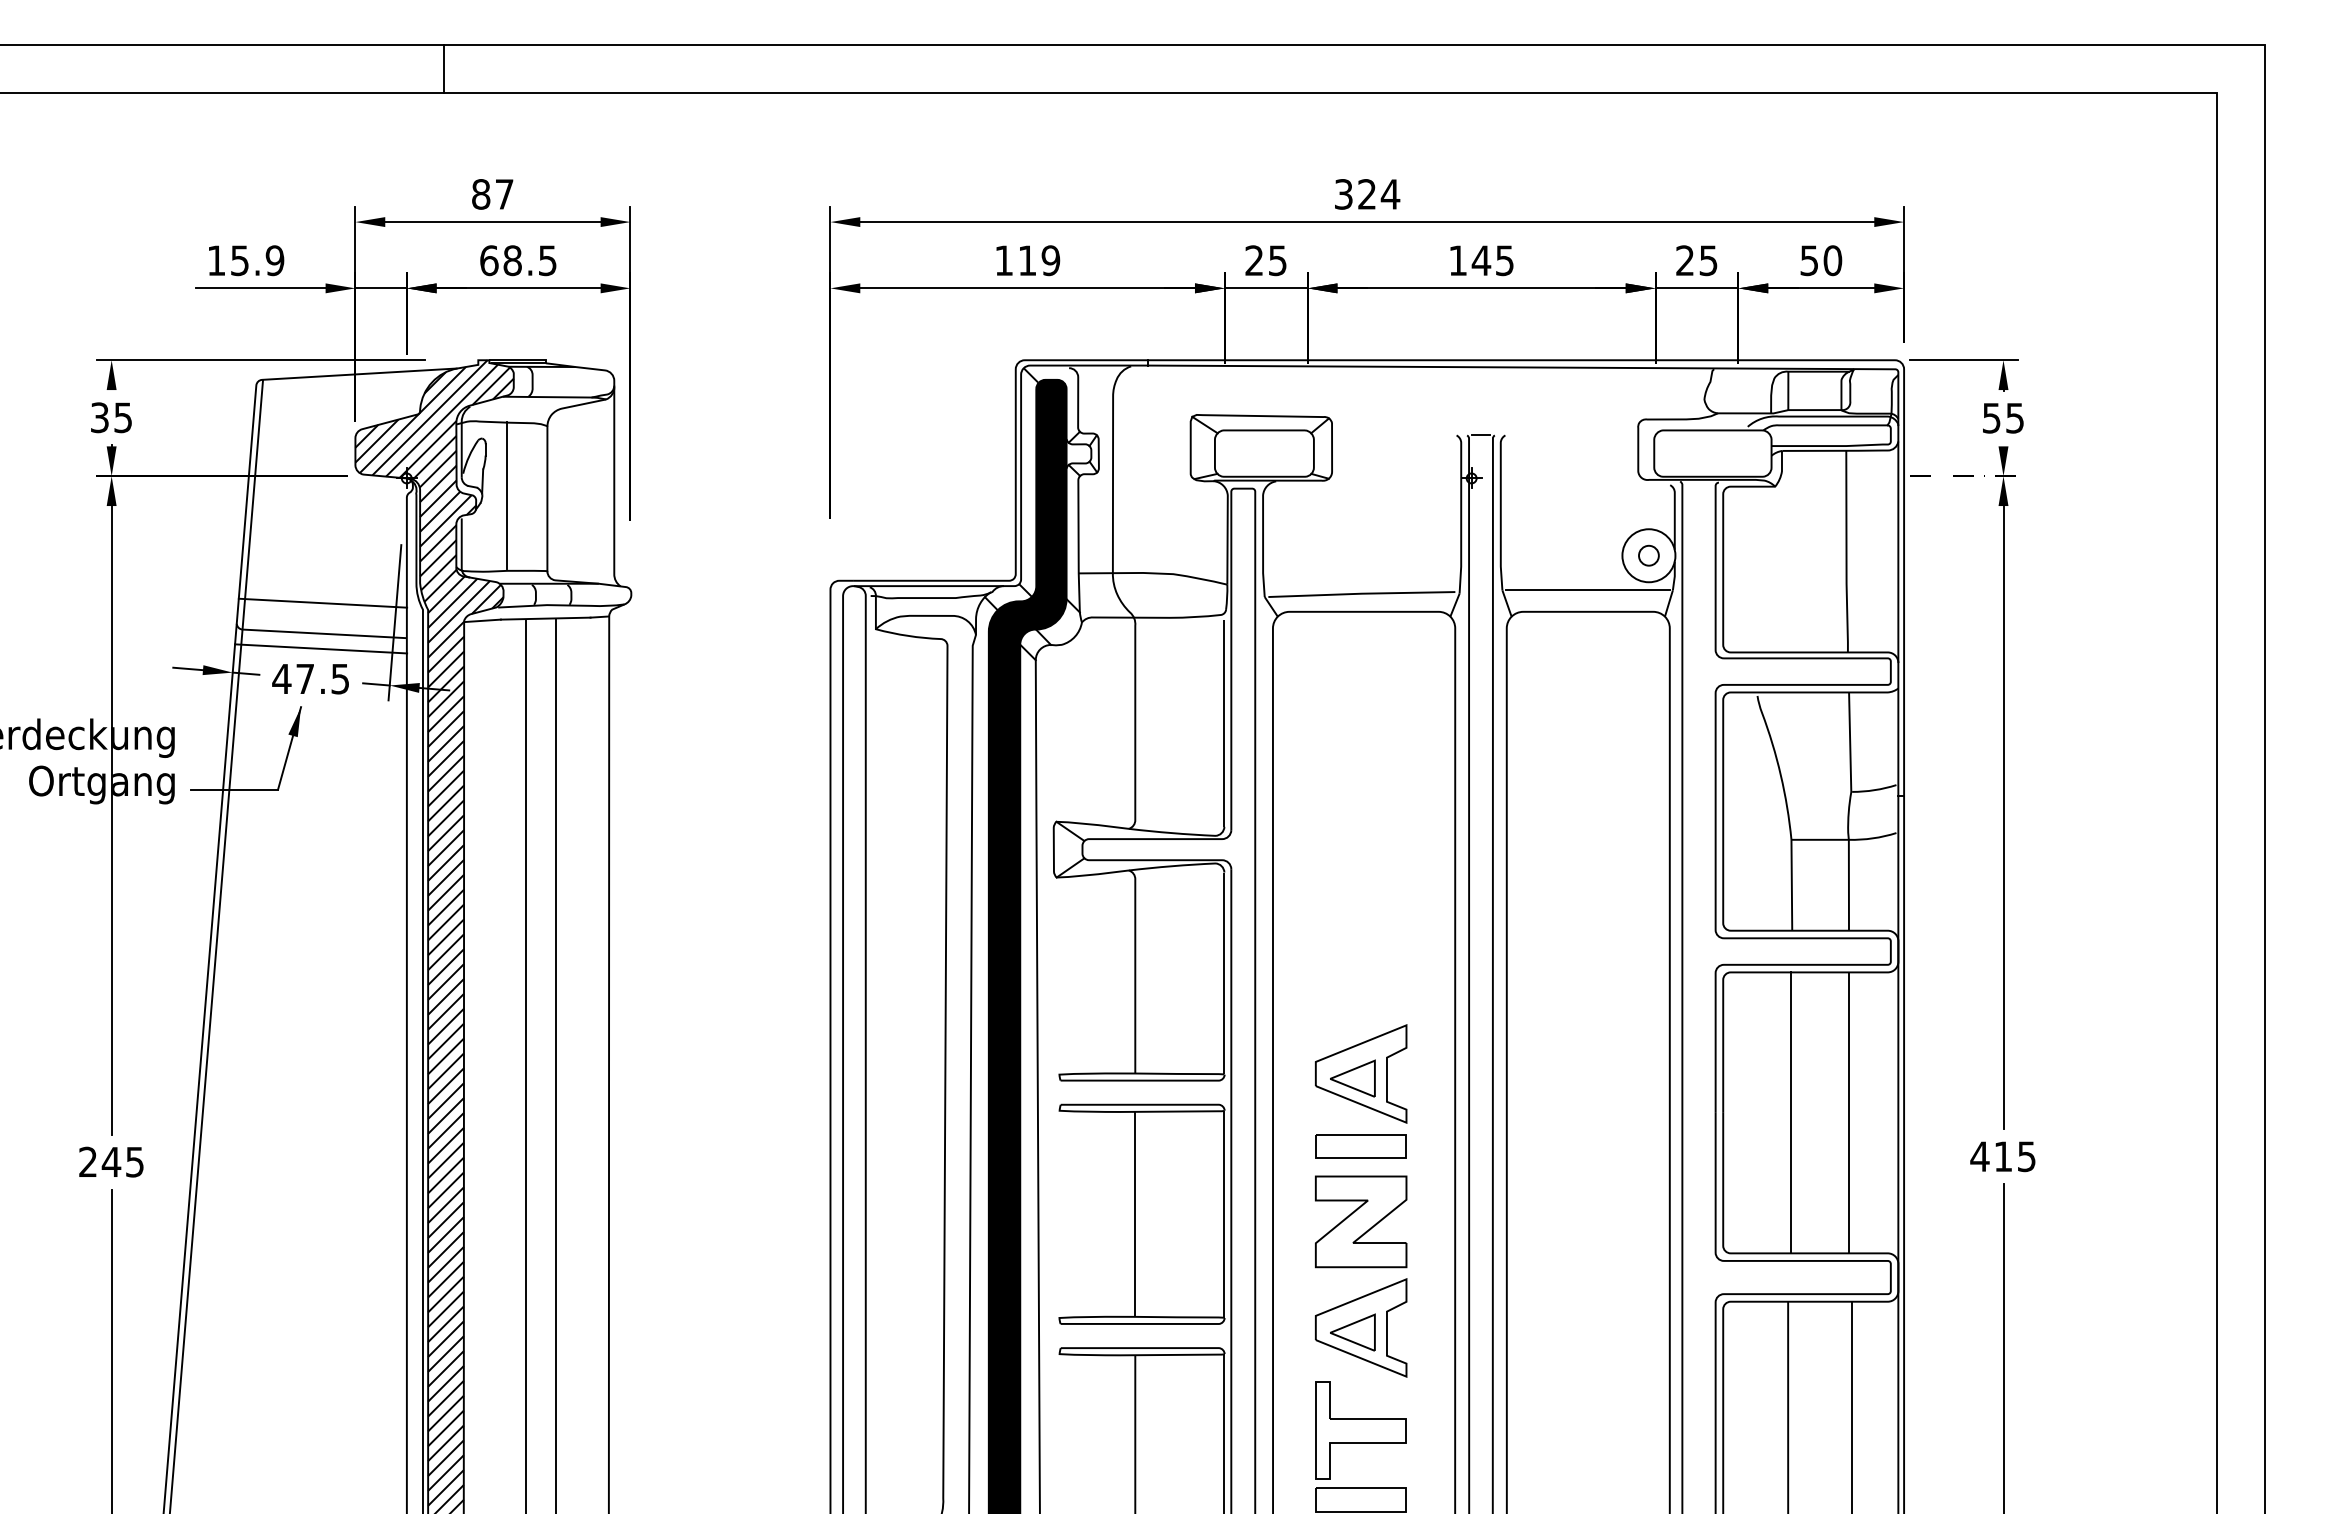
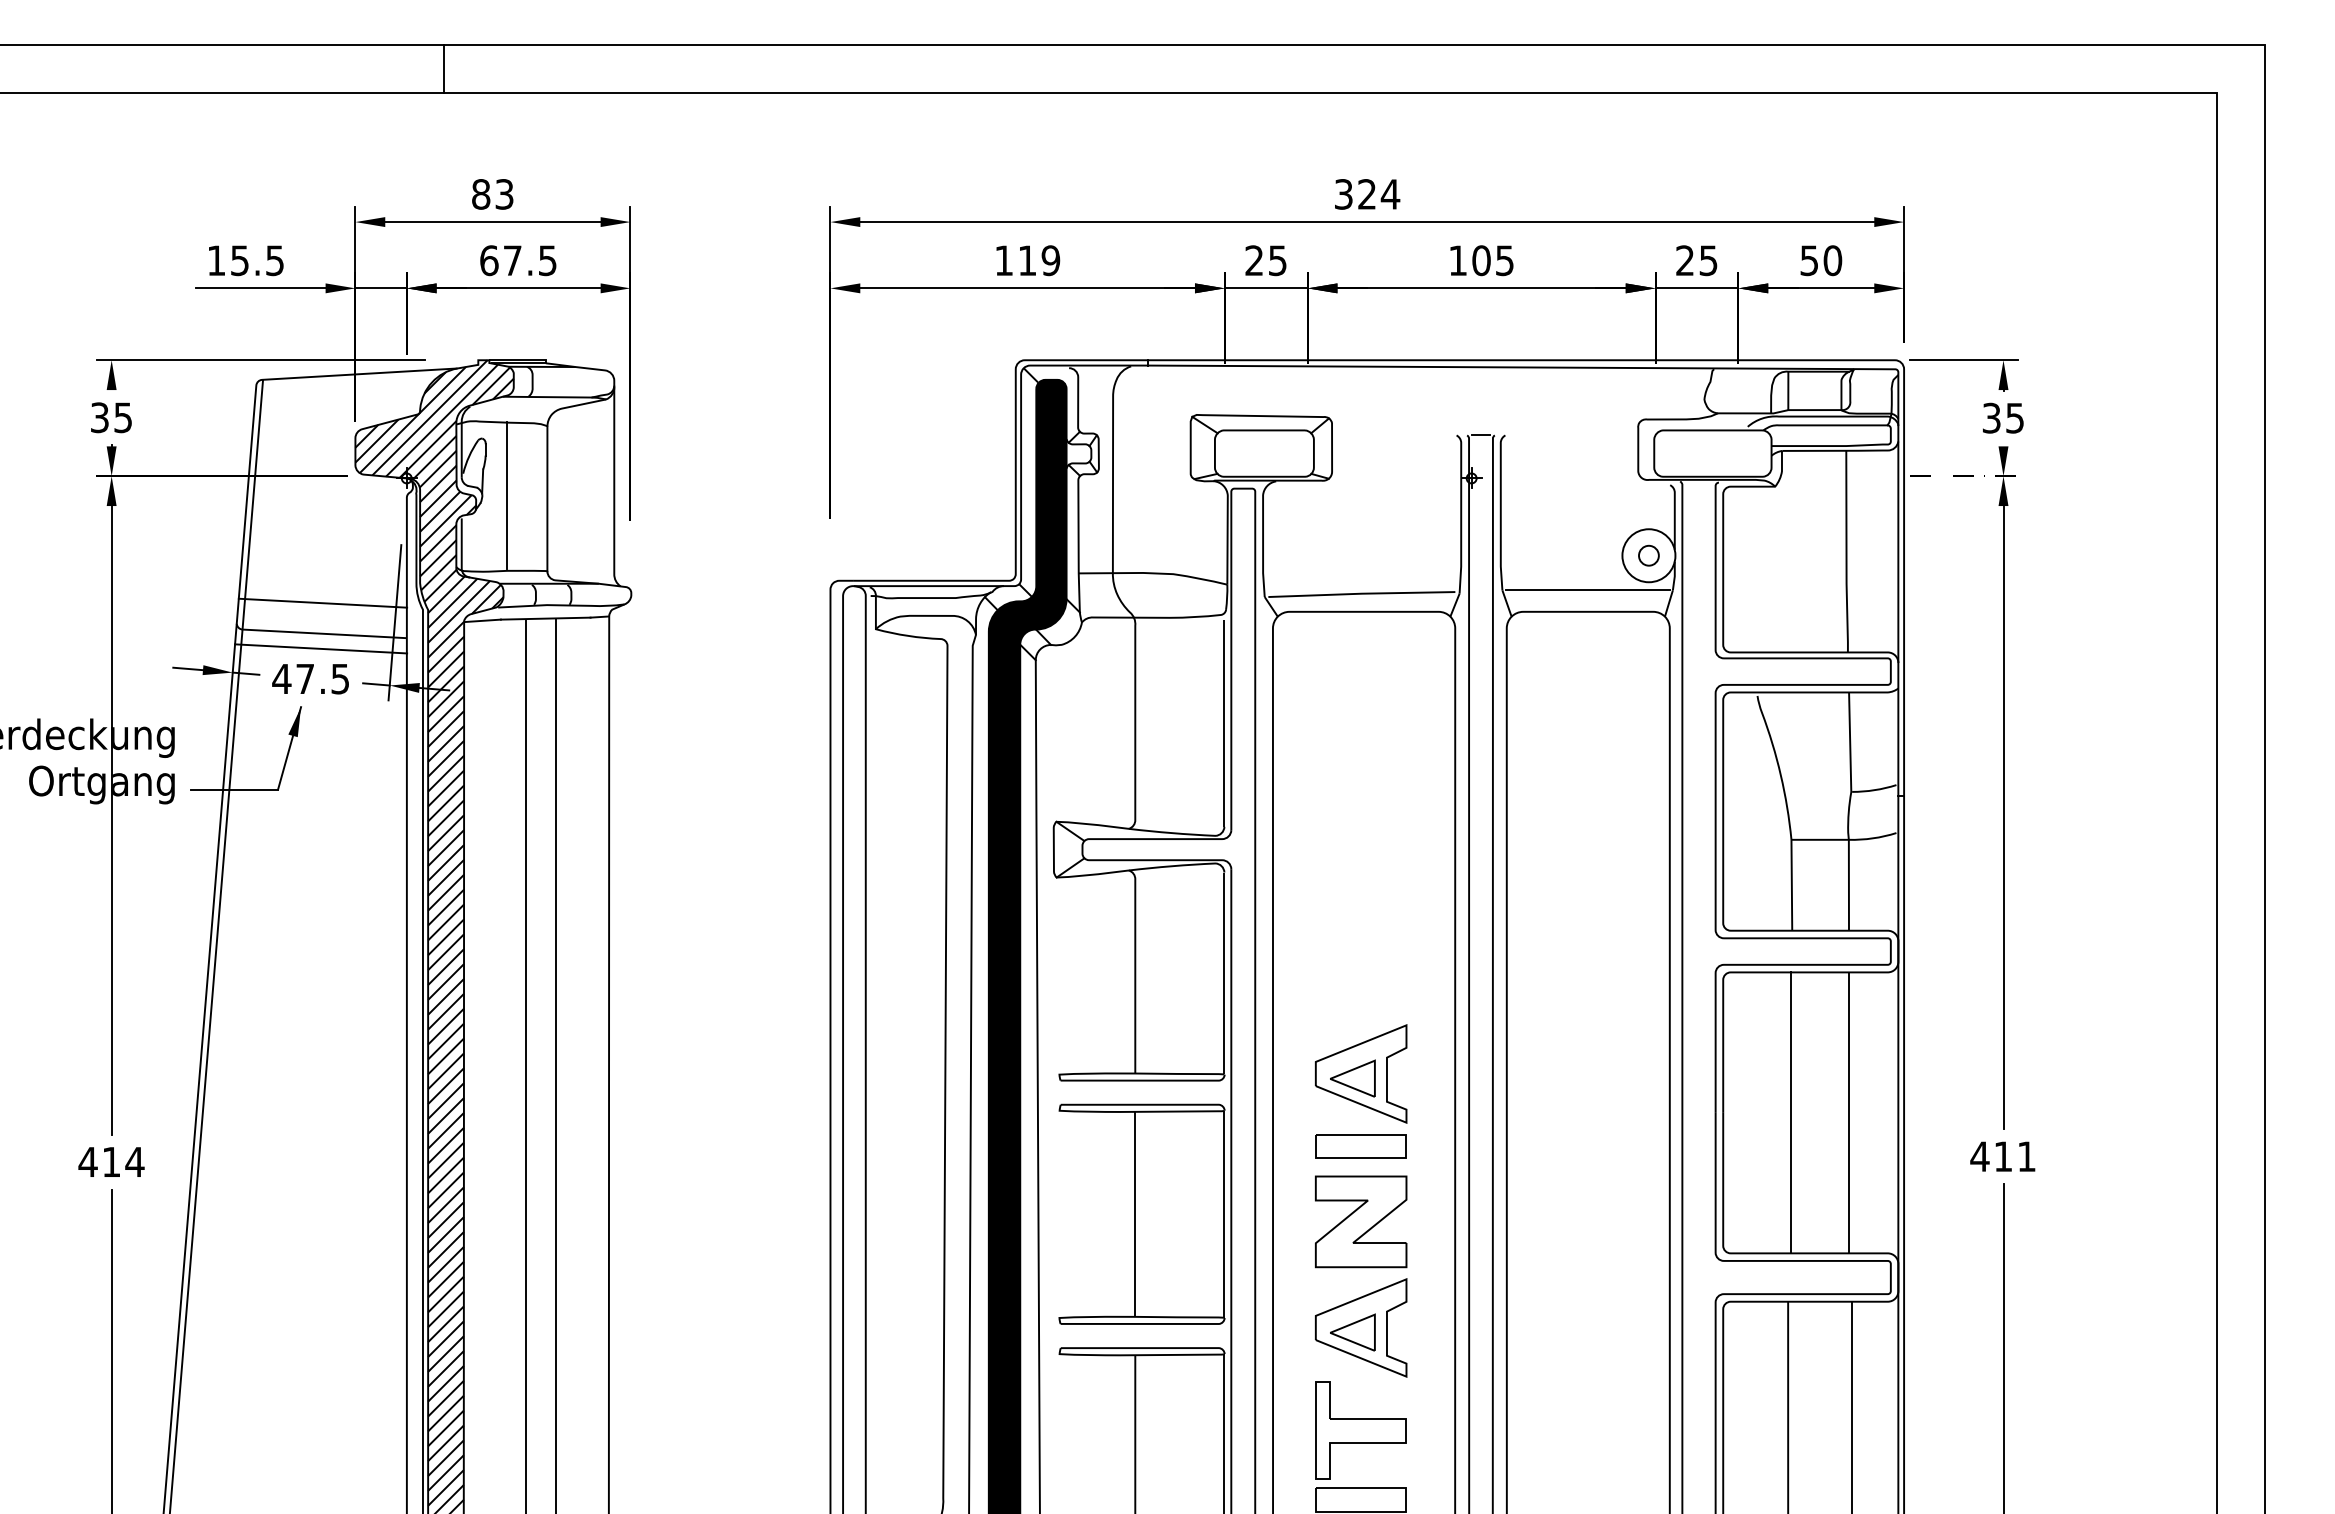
text at (504, 194): 87 -> 83
text at (274, 260): 15.9 -> 15.5
text at (512, 260): 68.5 -> 67.5
text at (1481, 260): 145 -> 105
text at (1991, 417): 55 -> 35
text at (2026, 1156): 415 -> 411
text at (111, 1161): 245 -> 414
